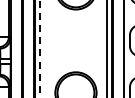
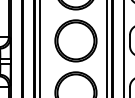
part at (75, 40): none -> present
line at (40, 49): dashed -> solid
